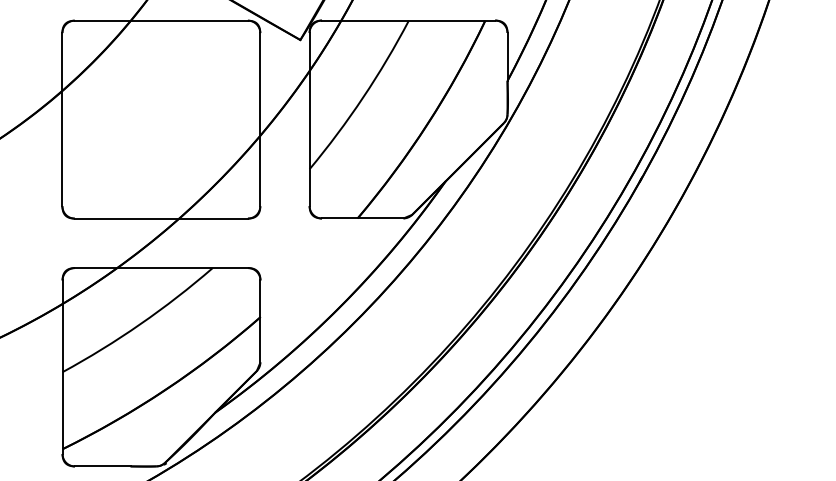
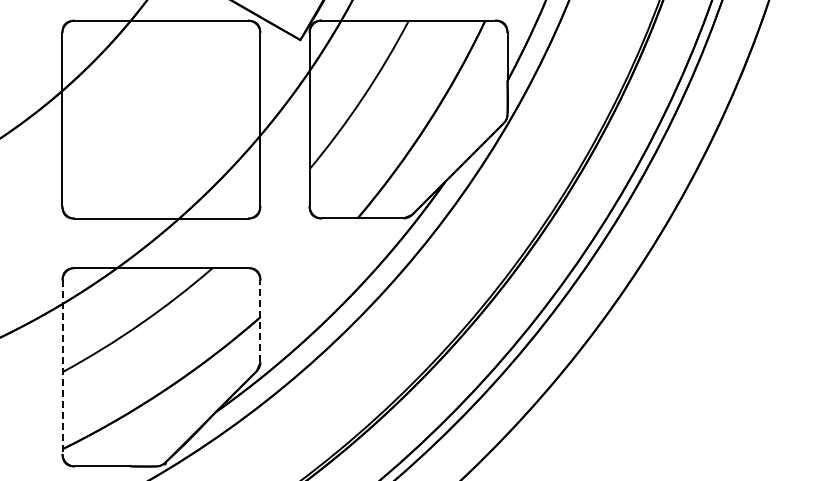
line at (260, 321): solid -> dashed
line at (62, 367): solid -> dashed
